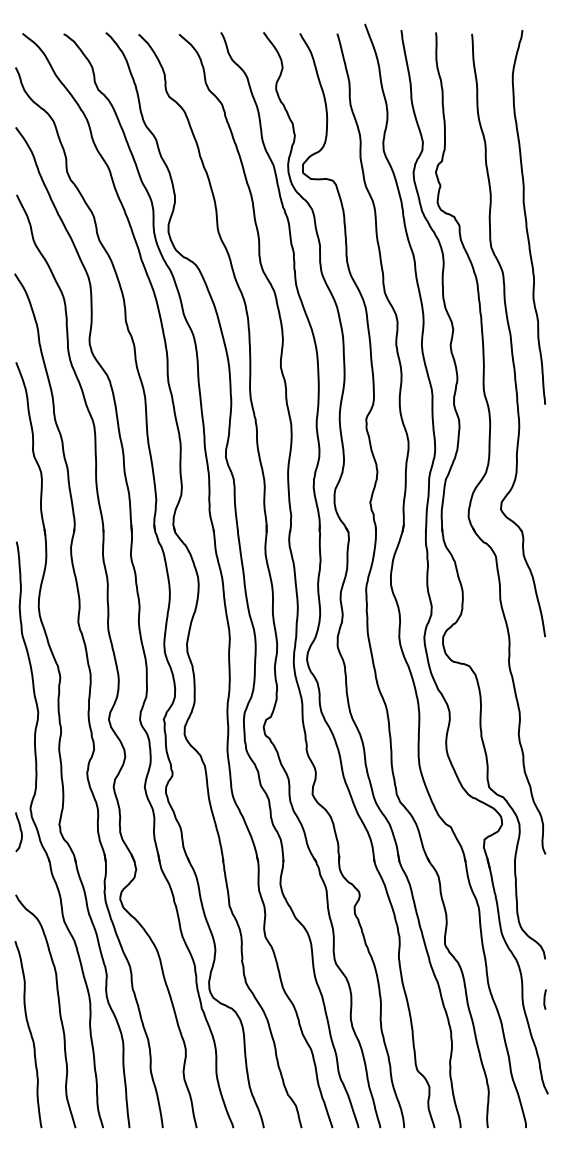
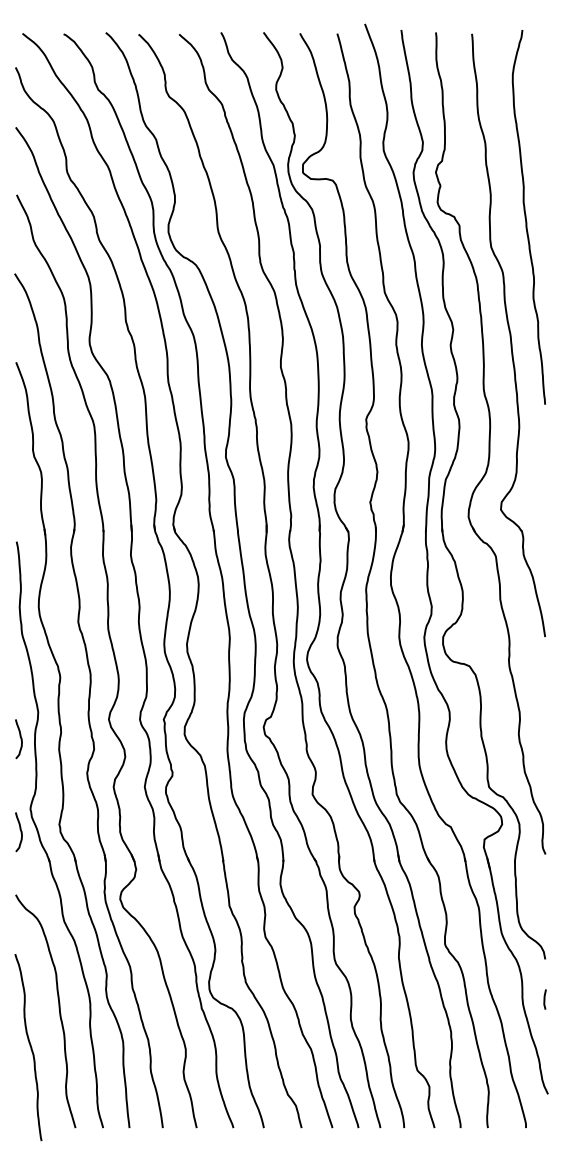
curve at (20, 739): none -> present
curve at (30, 1034) position: (30, 1034) -> (30, 1047)
